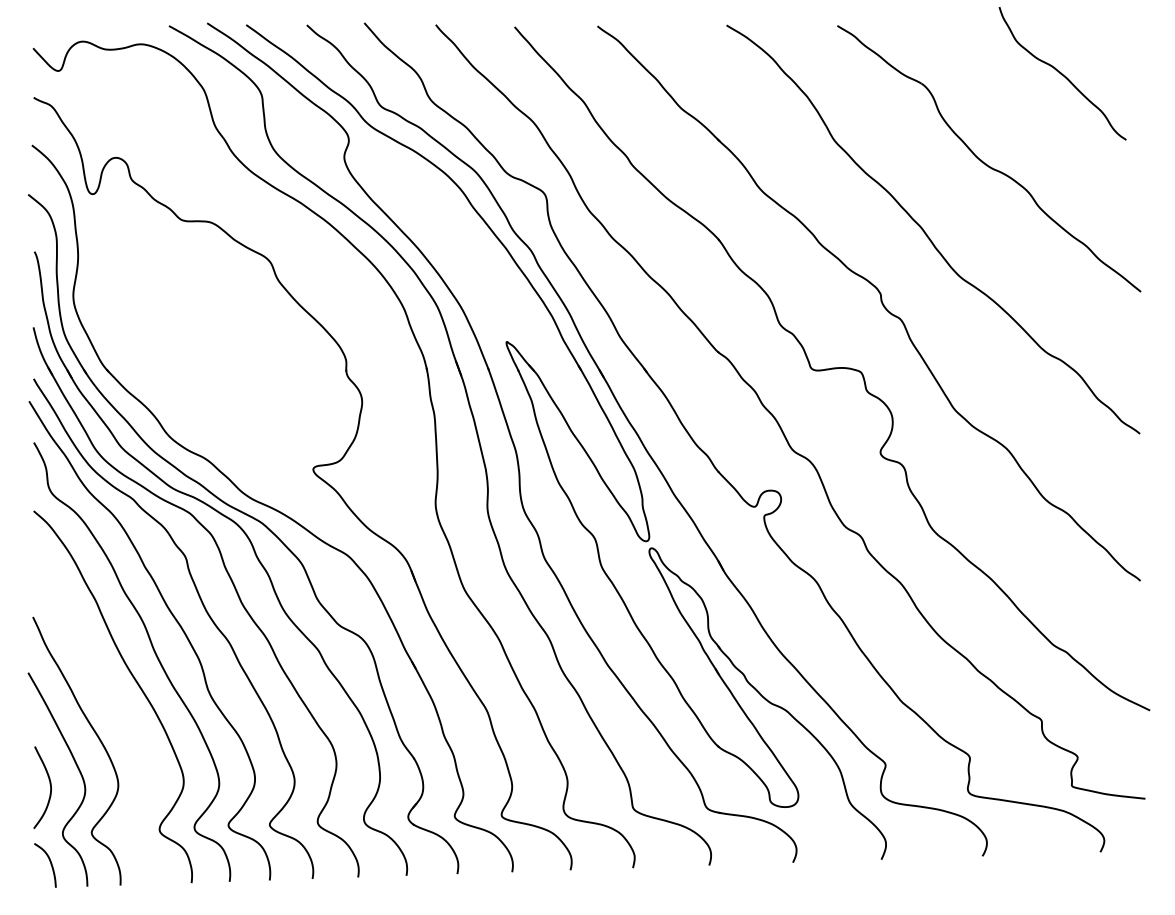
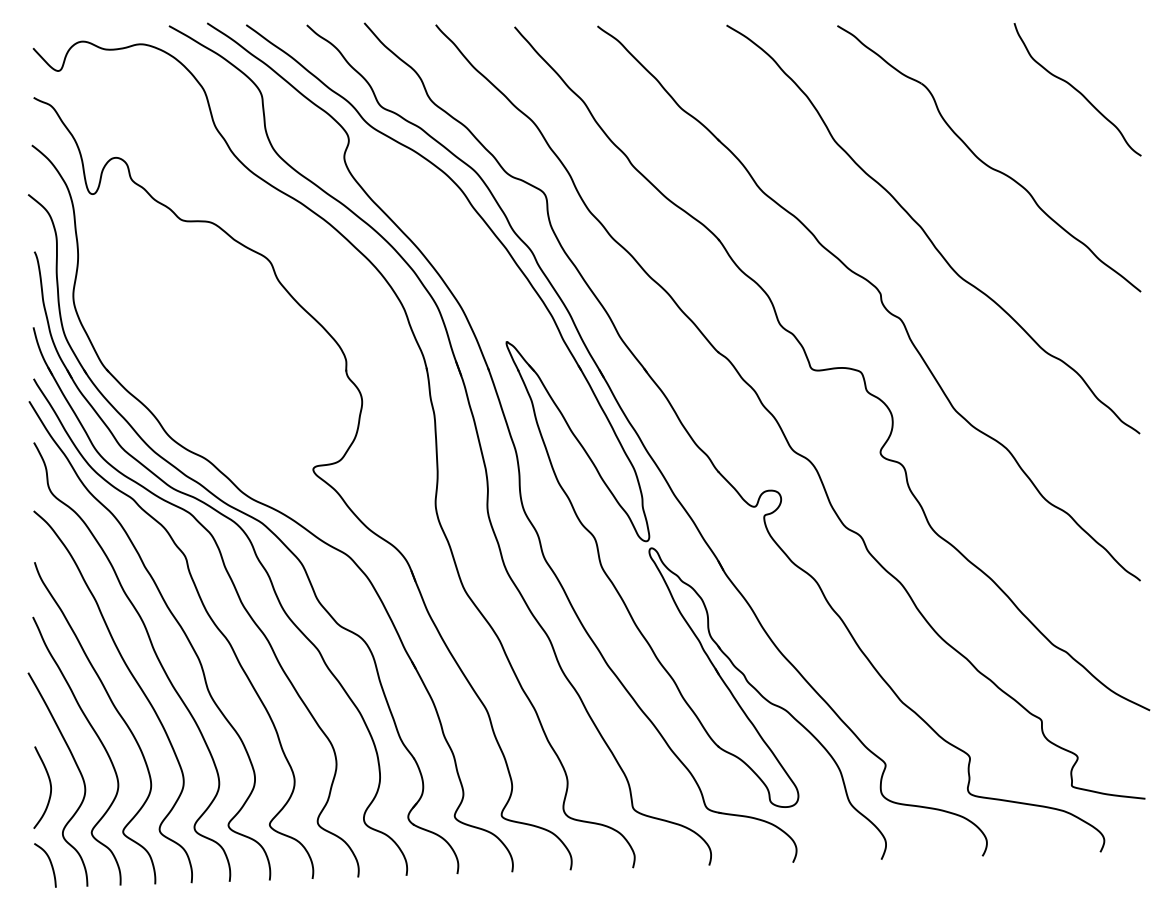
curve at (1062, 73) position: (1062, 73) -> (1077, 89)
curve at (116, 711): none -> present
